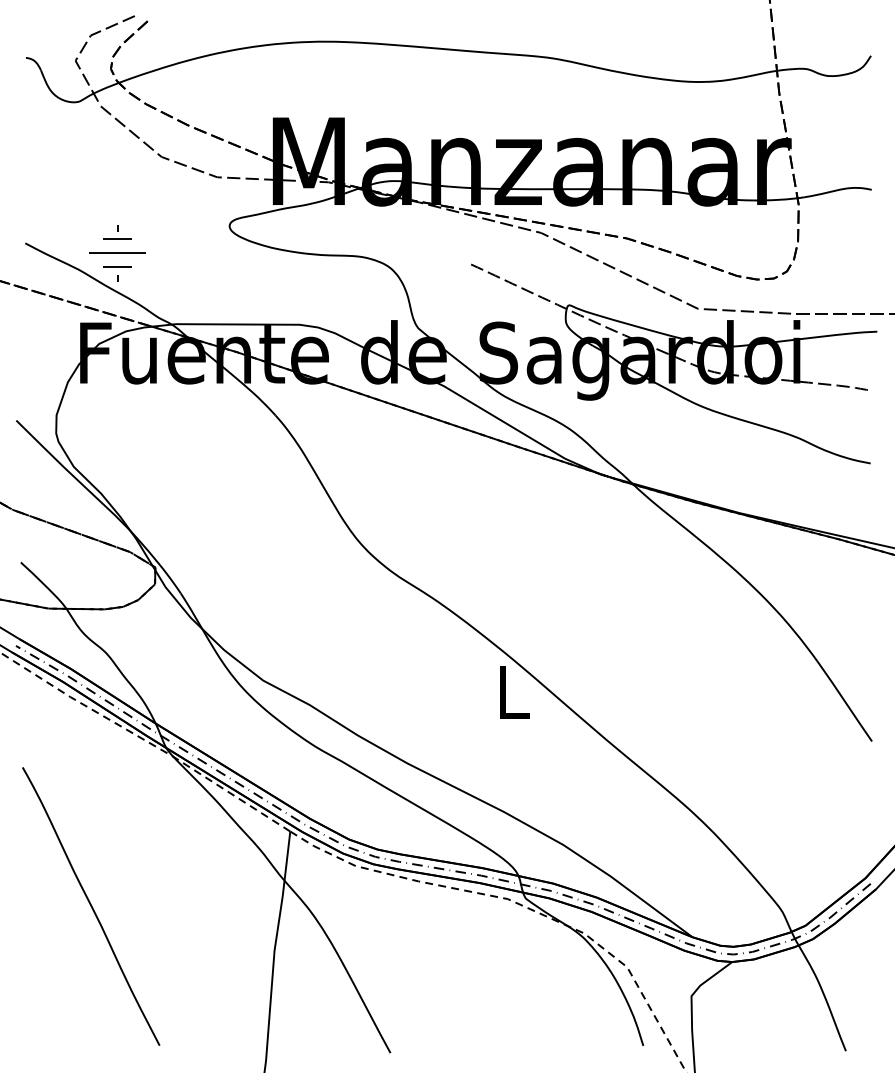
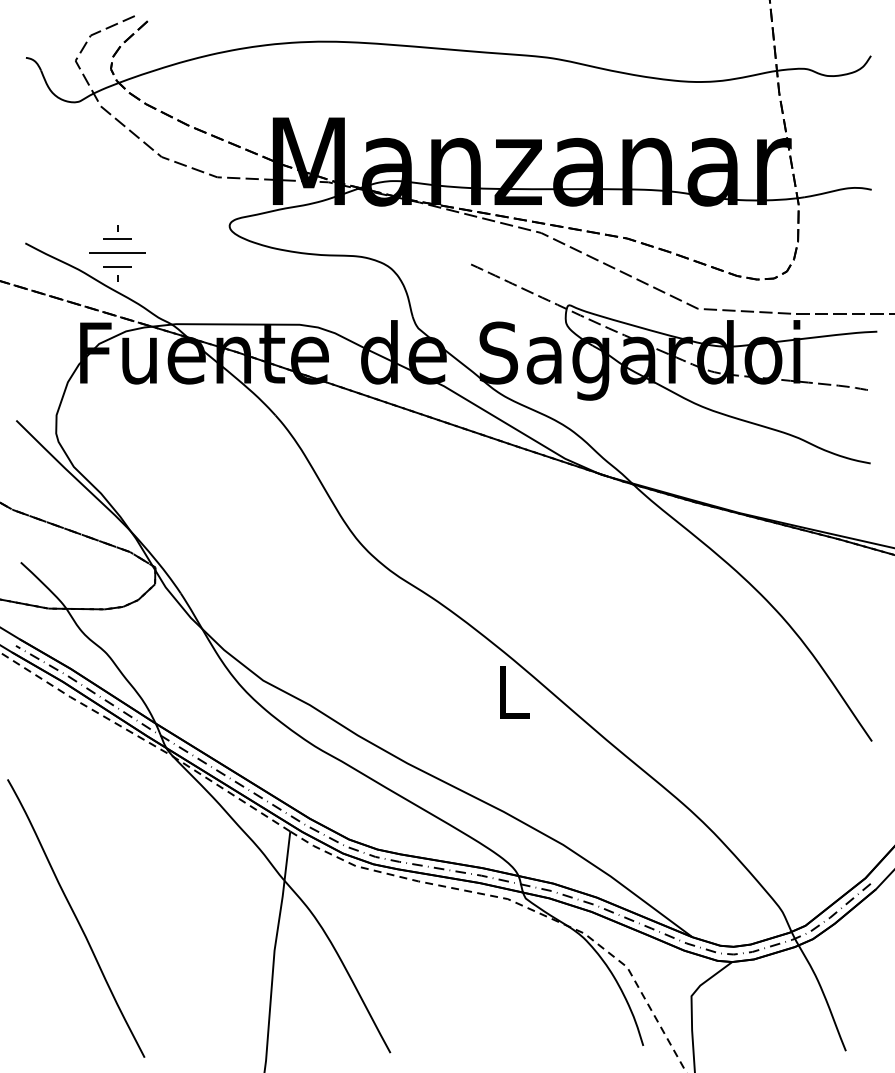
curve at (91, 906) position: (91, 906) -> (76, 918)
